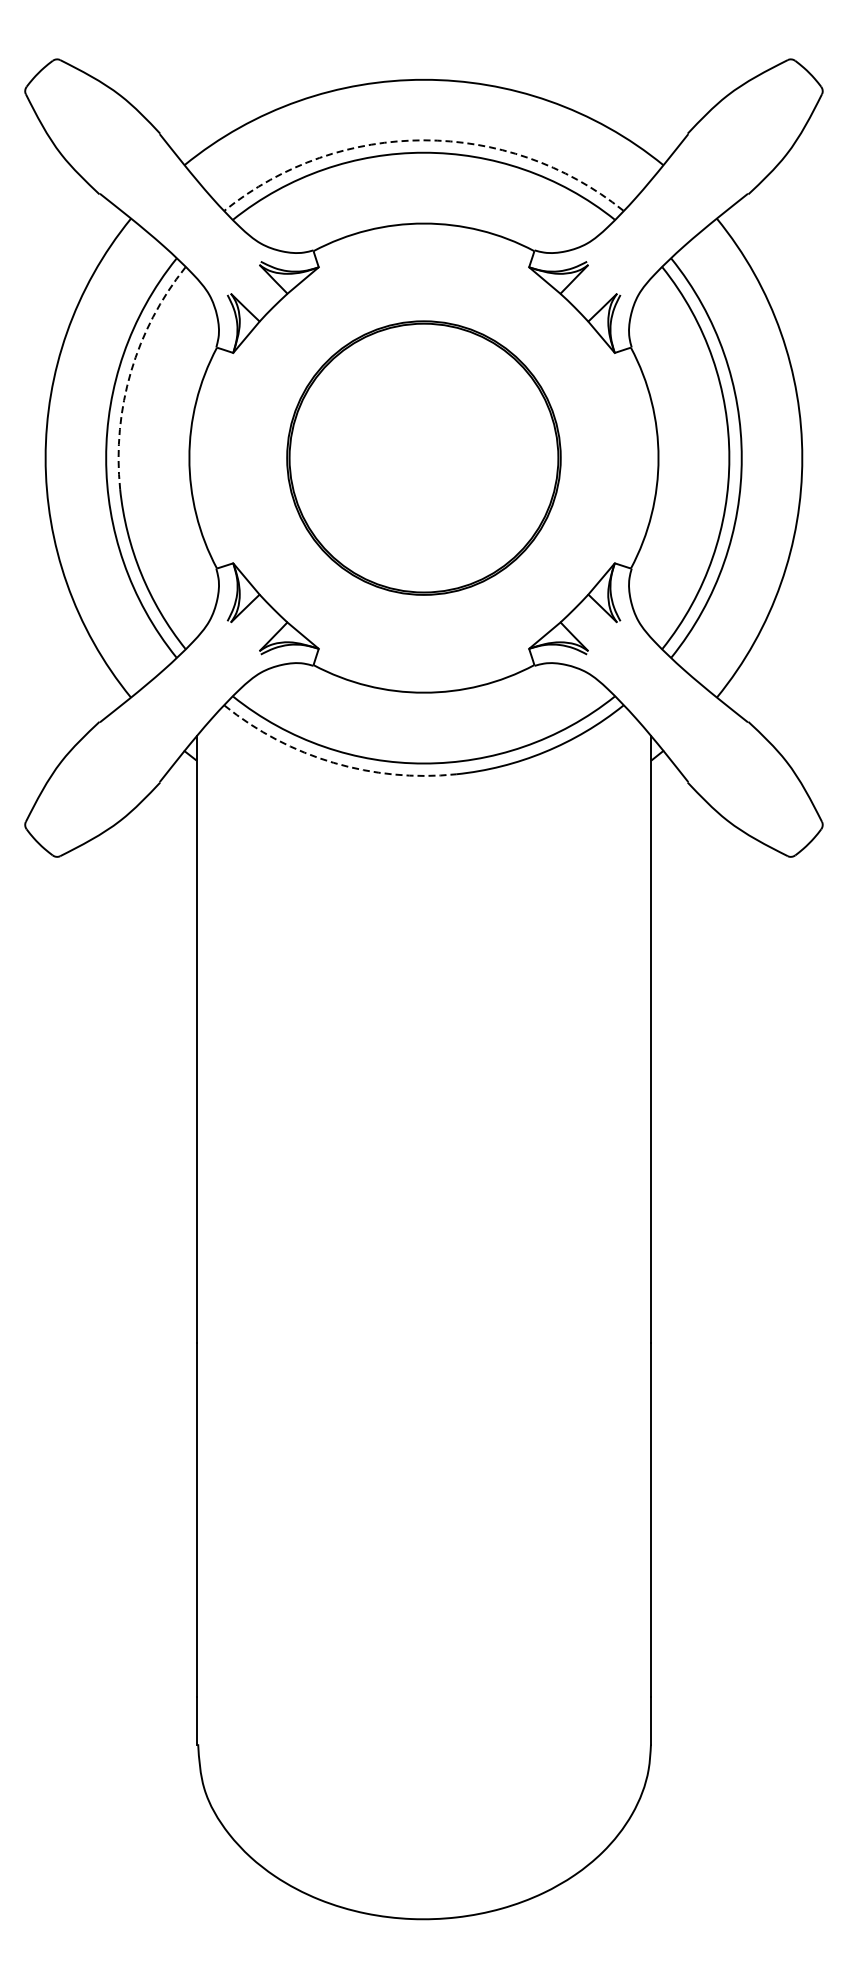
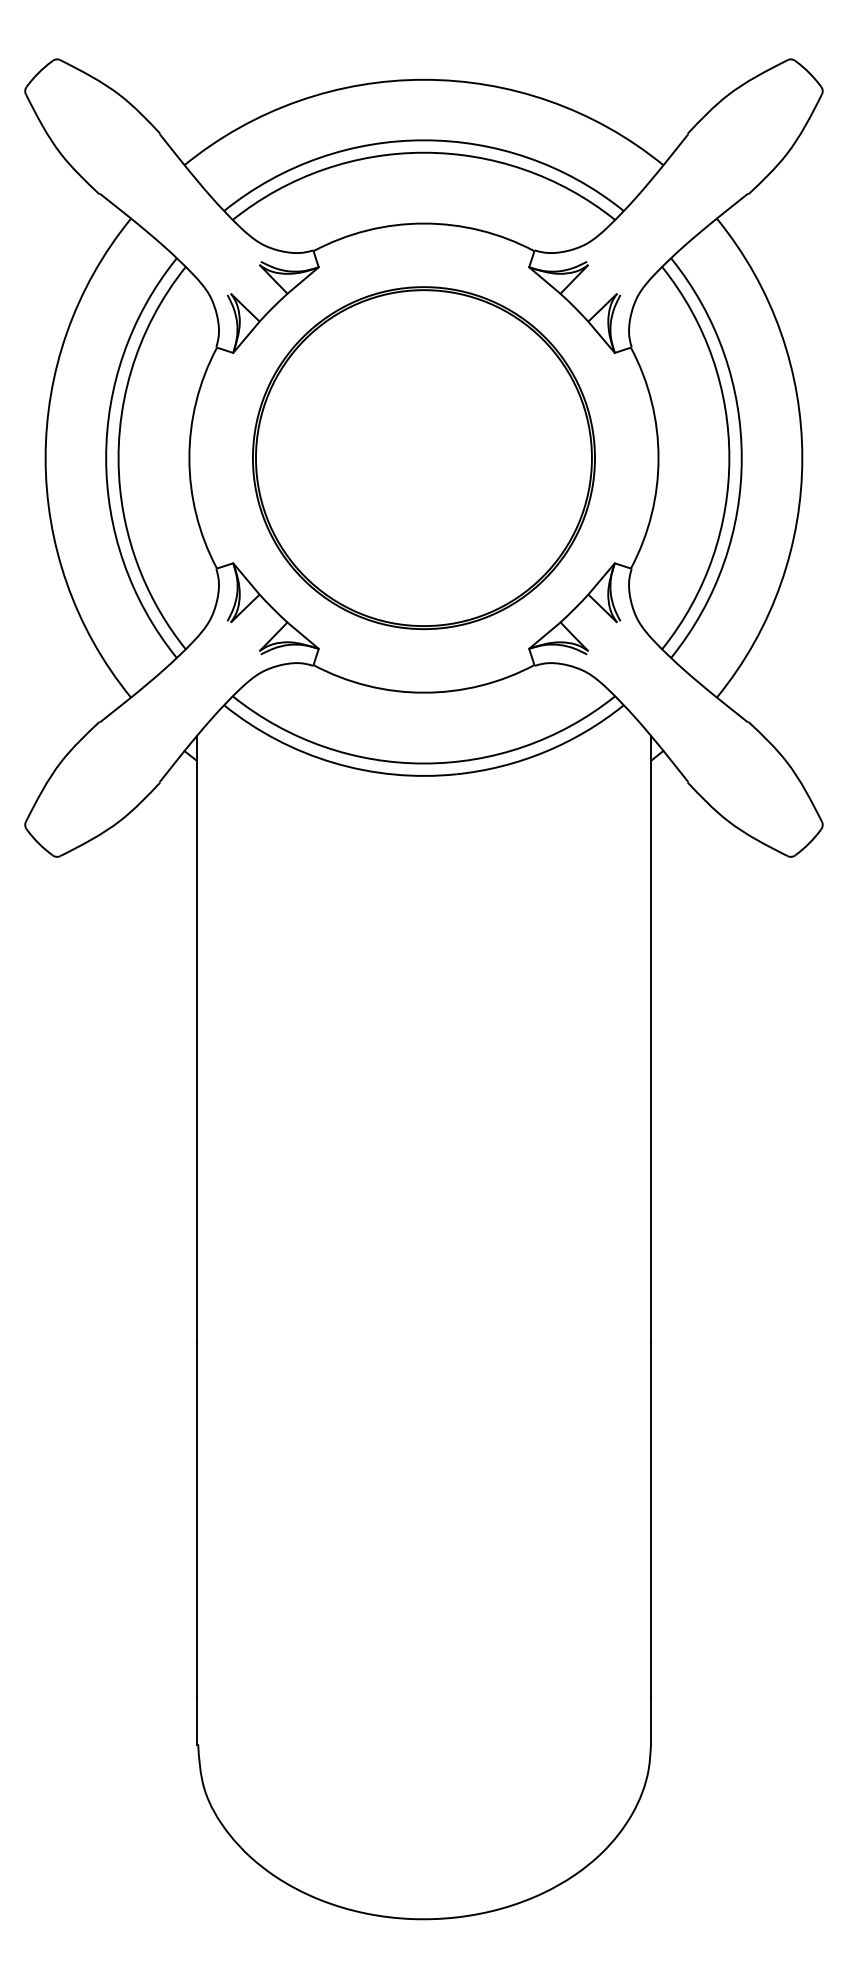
arc at (423, 140): dashed -> solid
arc at (131, 371): dashed -> solid
part at (423, 457) size: 276x276 px -> 344x344 px
arc at (333, 762): dashed -> solid
